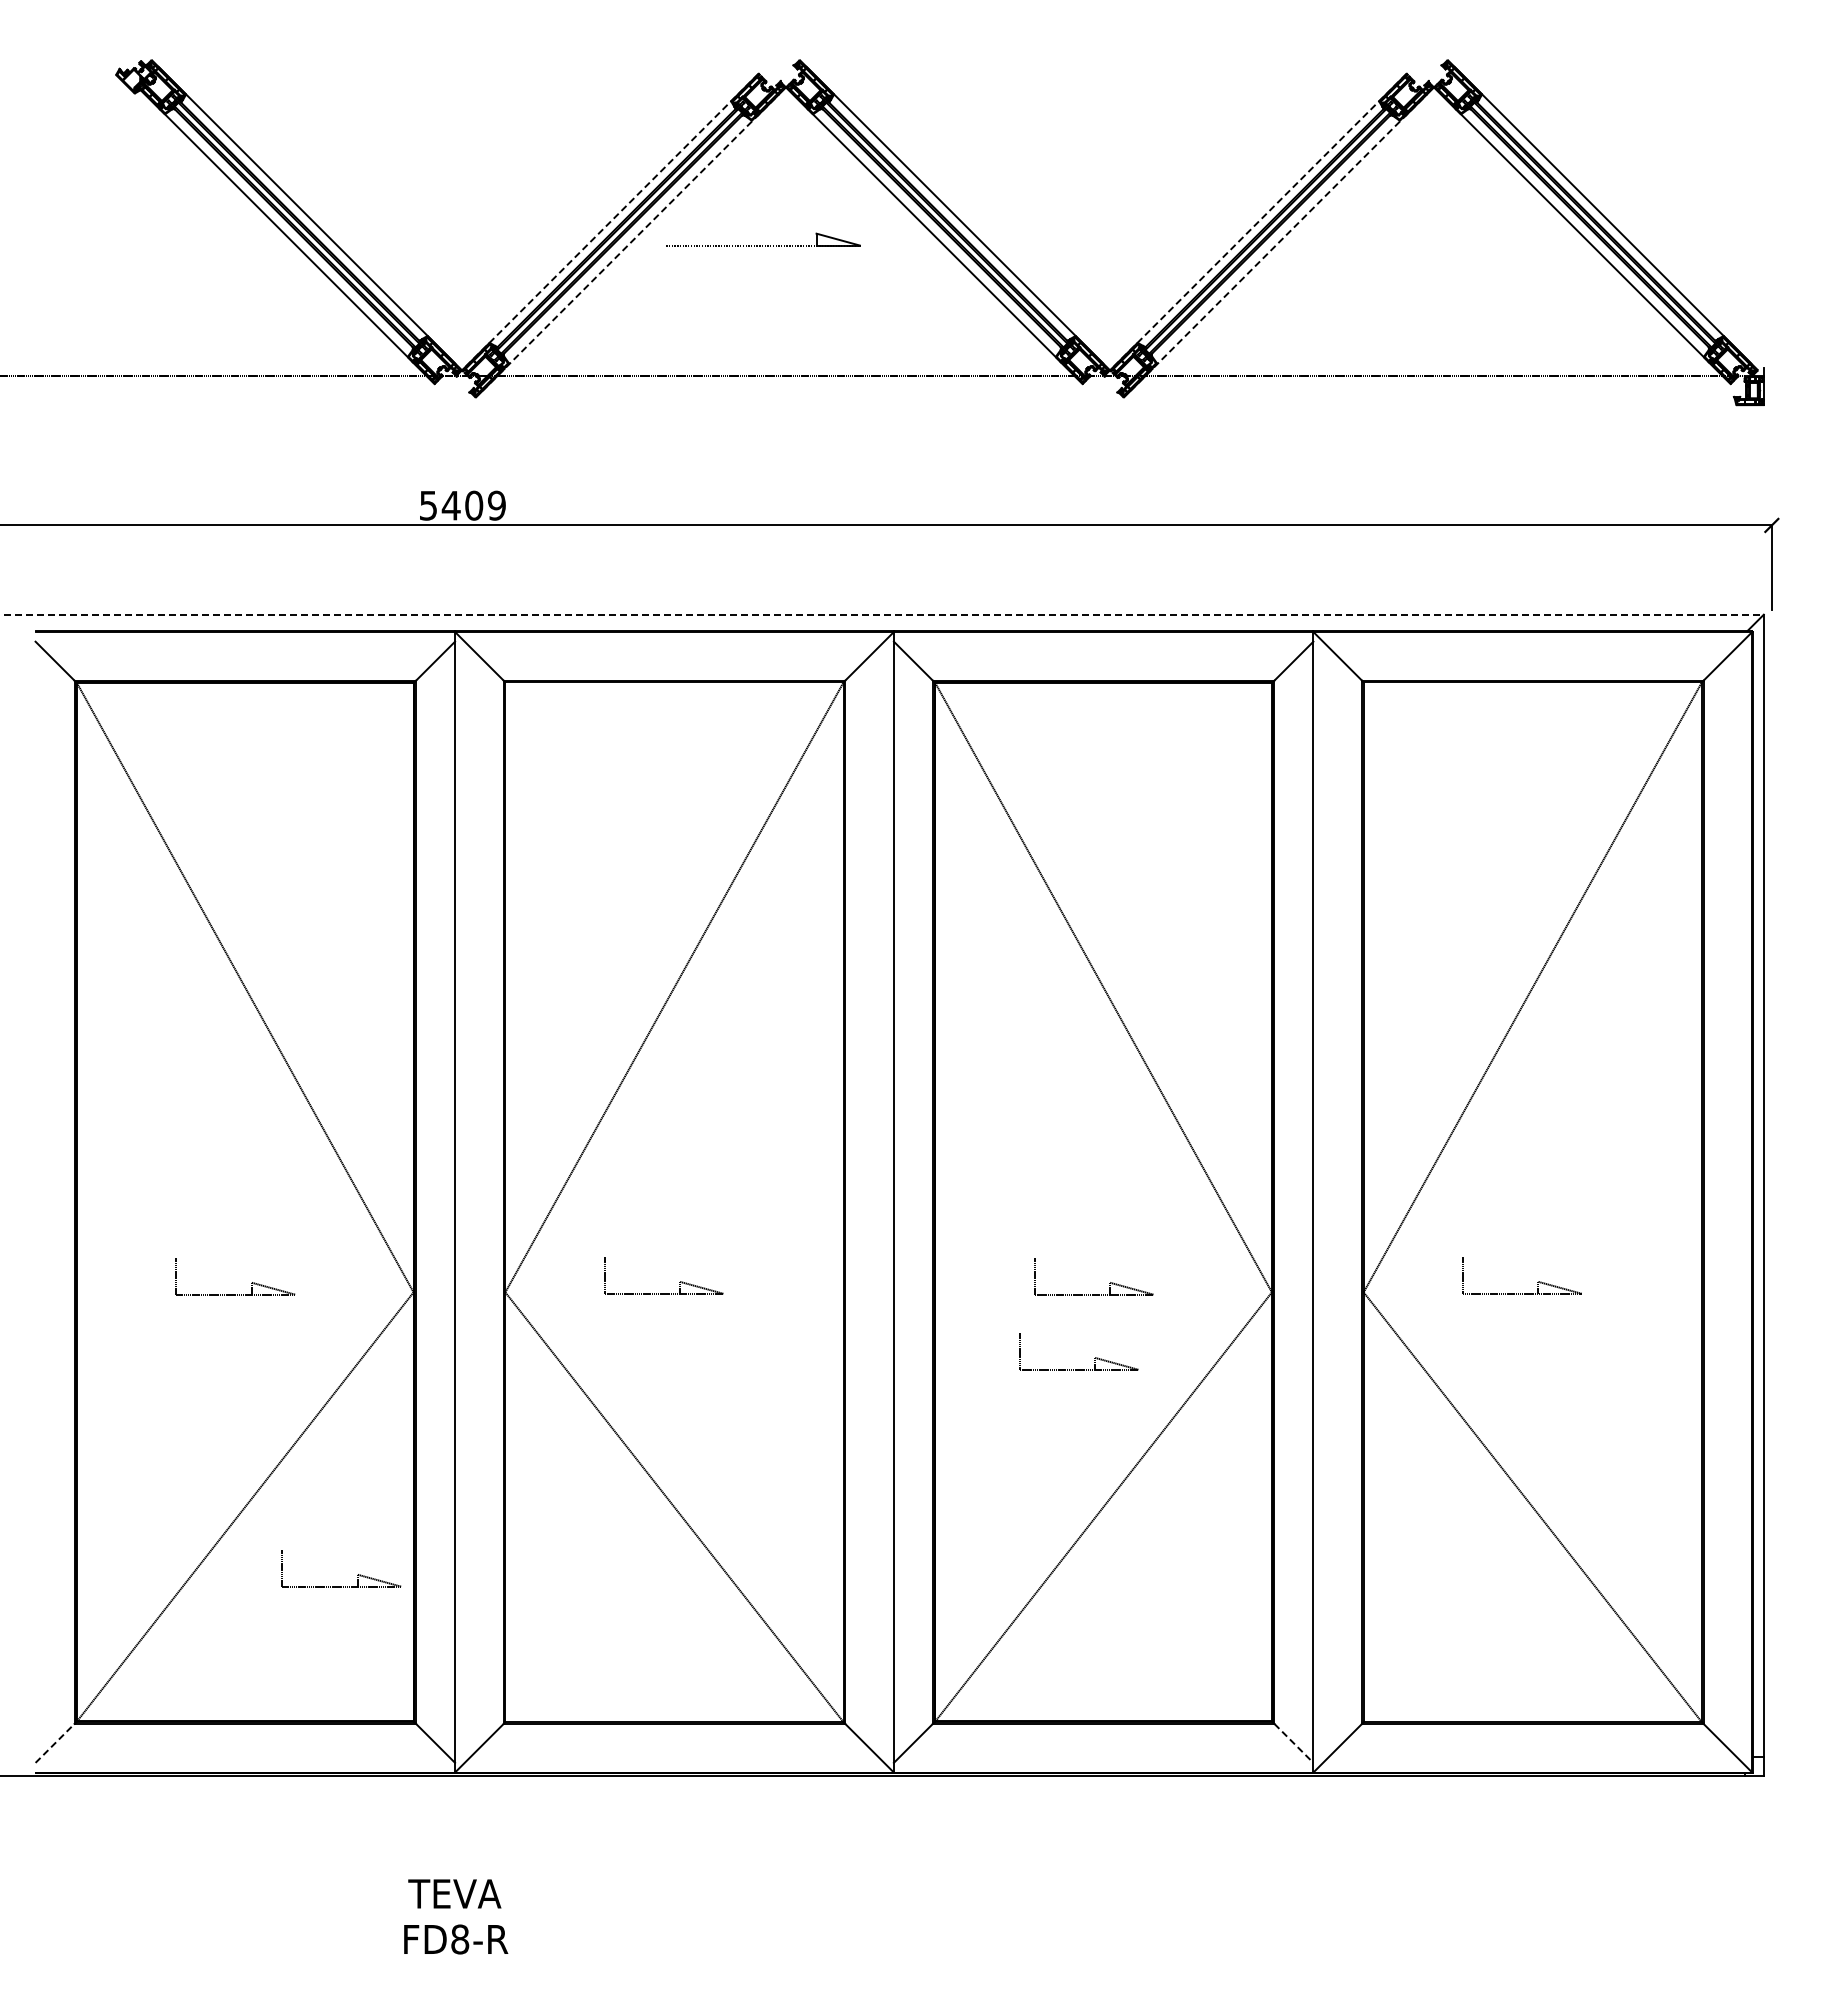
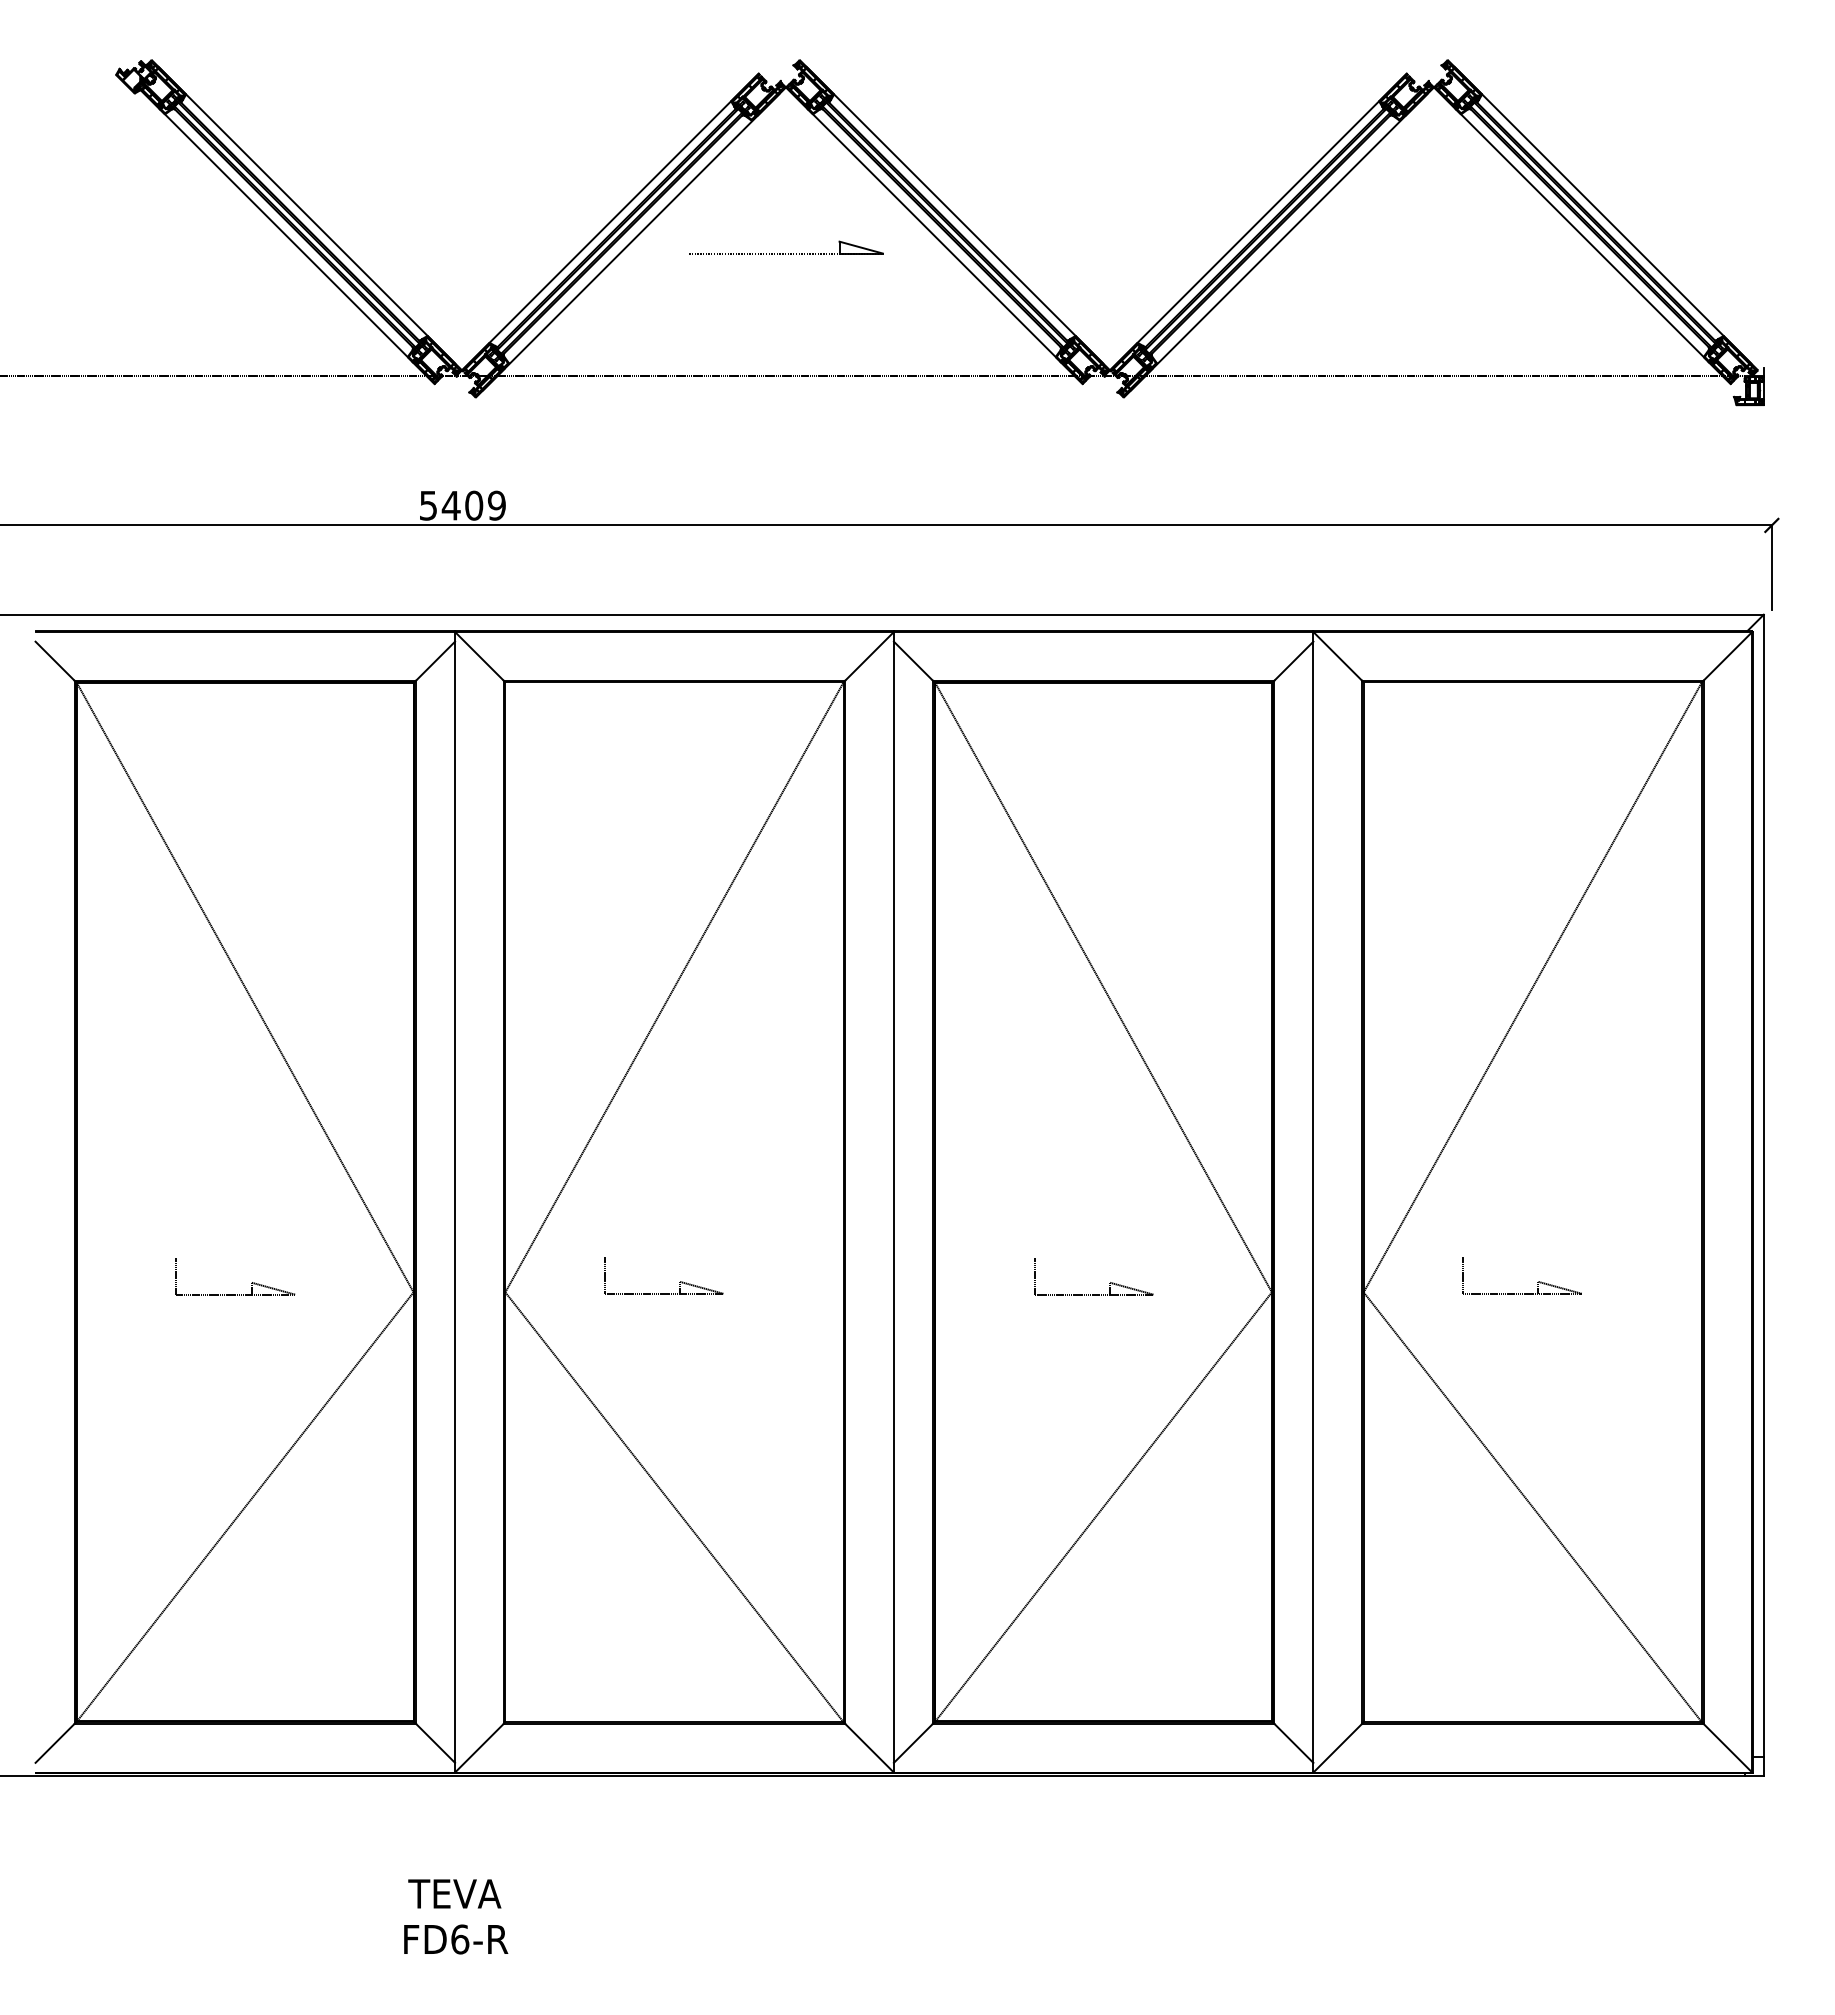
line at (610, 222): dashed -> solid
line at (1258, 222): dashed -> solid
line at (630, 242): dashed -> solid
line at (1278, 242): dashed -> solid
part at (762, 245) position: (762, 245) -> (785, 253)
line at (882, 614): dashed -> solid
part at (1094, 1358): present -> none
part at (357, 1575): present -> none
line at (55, 1743): dashed -> solid
line at (1293, 1743): dashed -> solid
text at (460, 1939): FD8-R -> FD6-R
